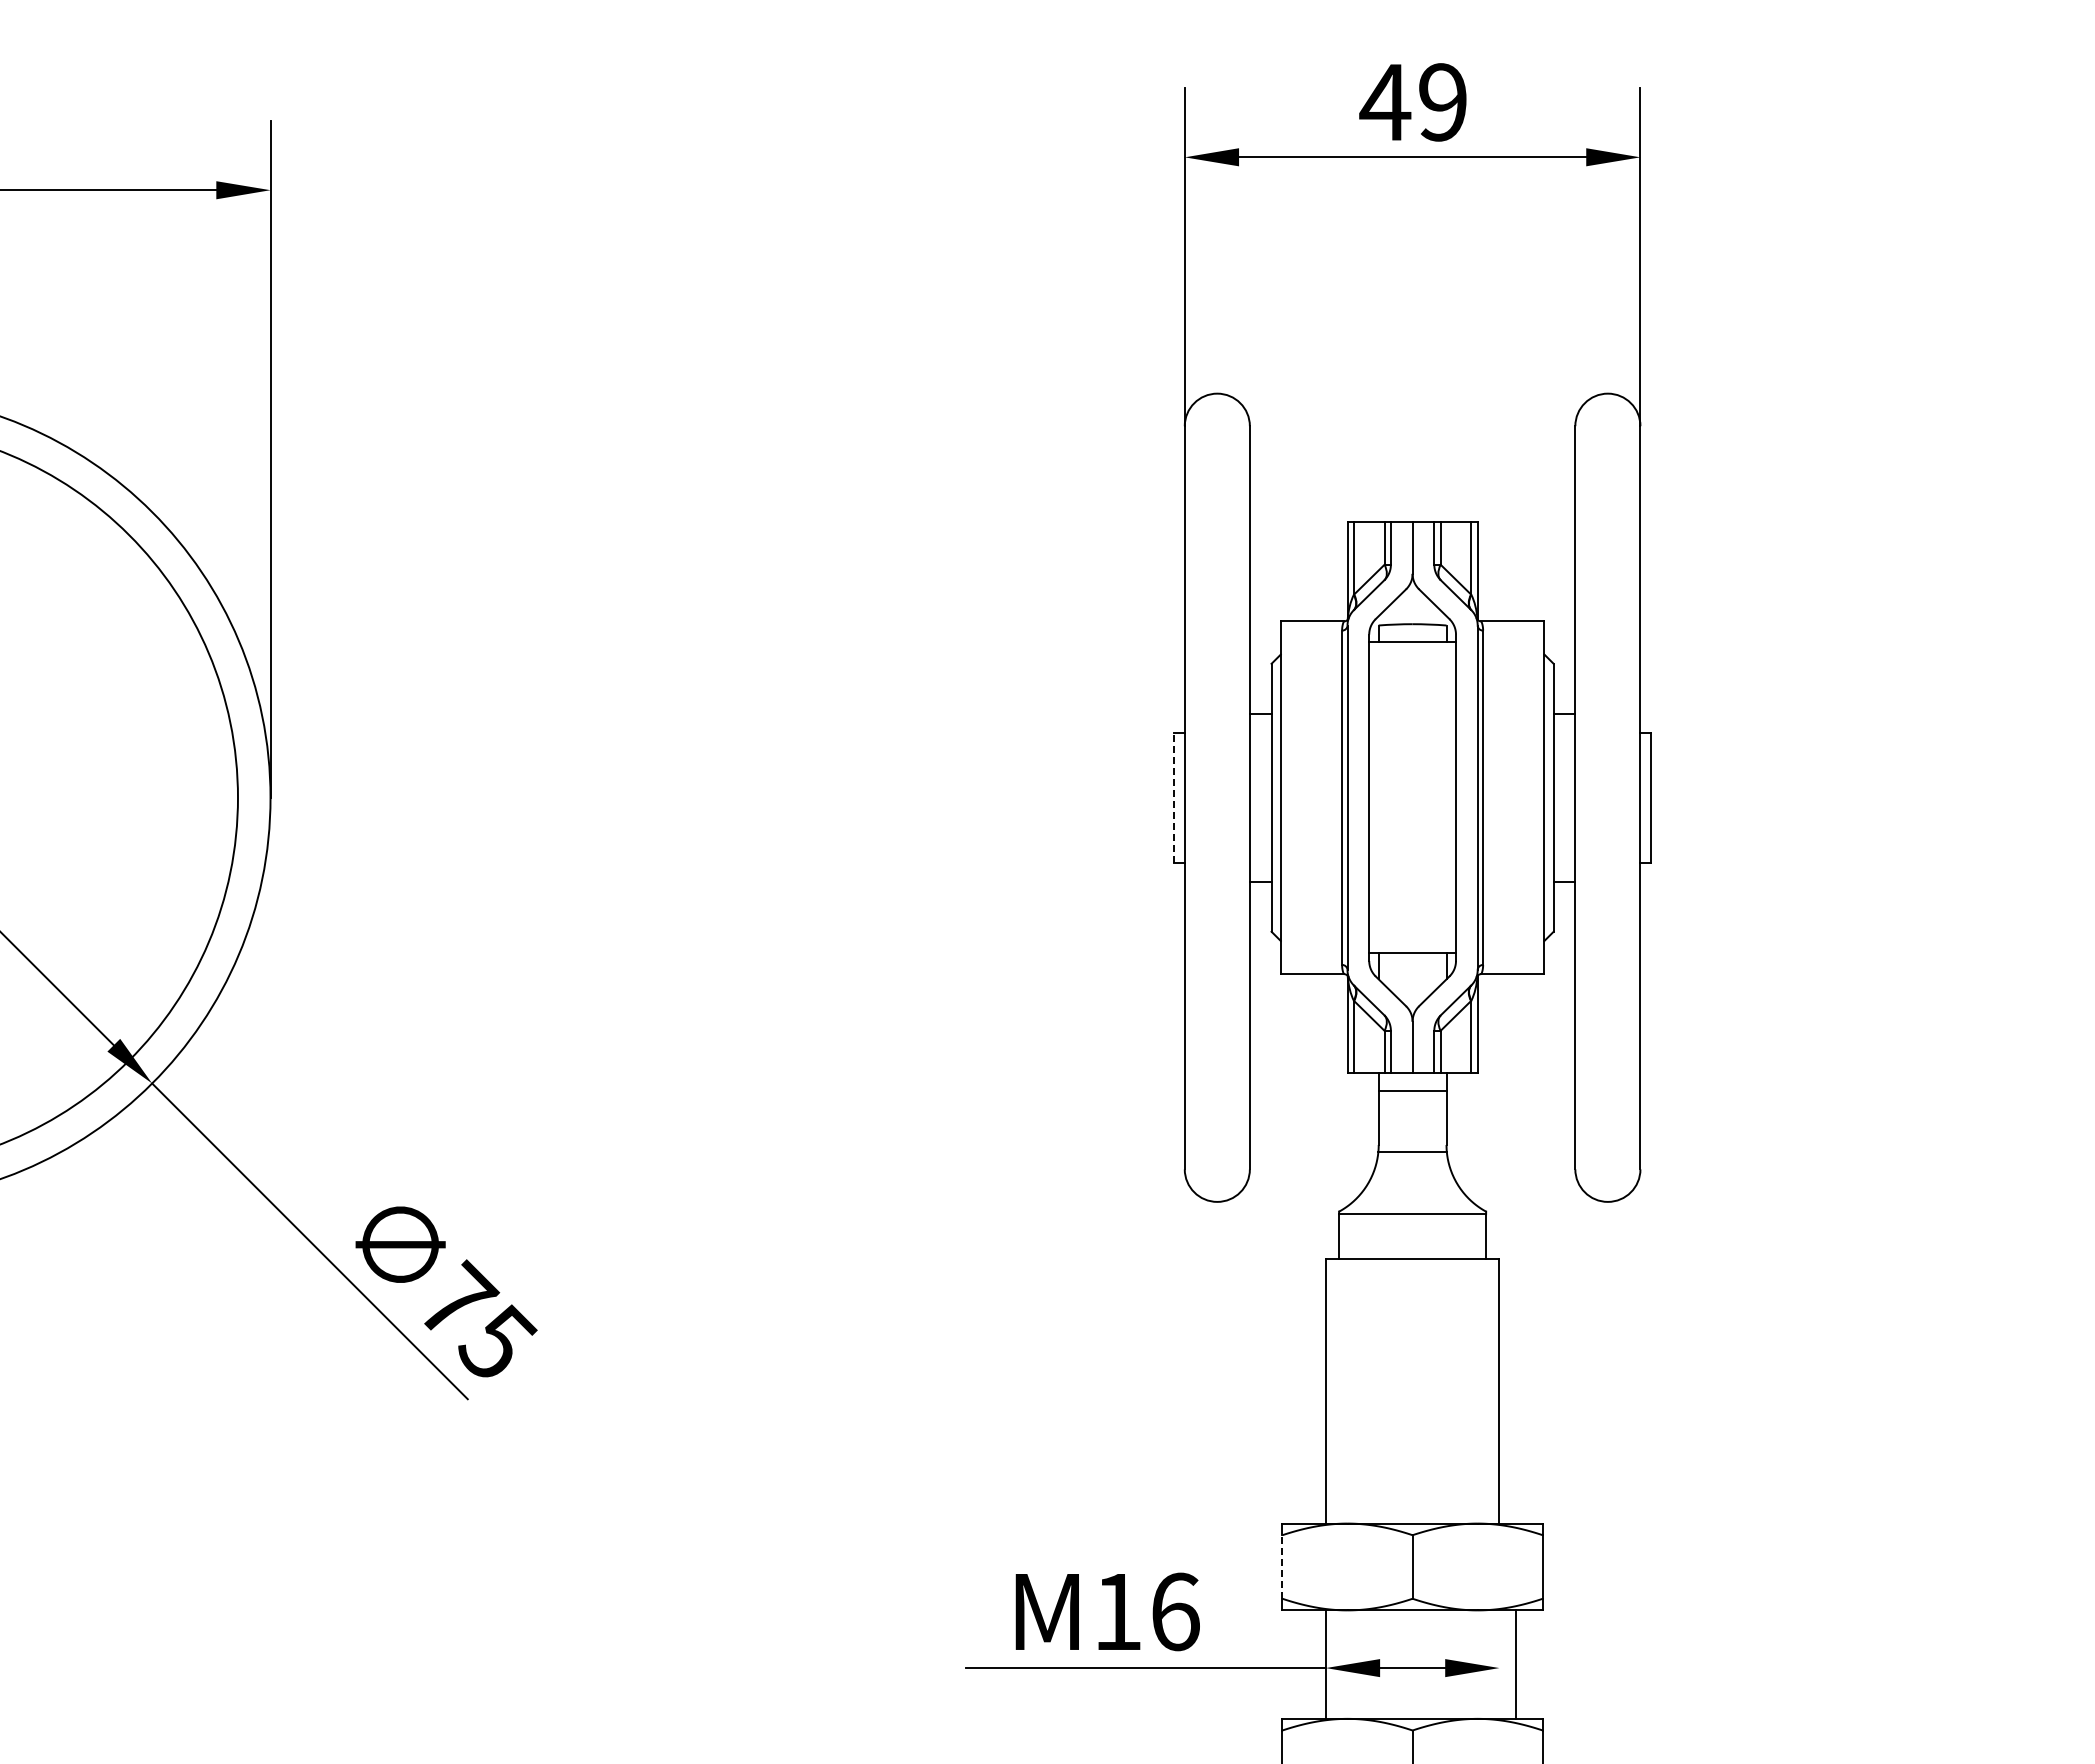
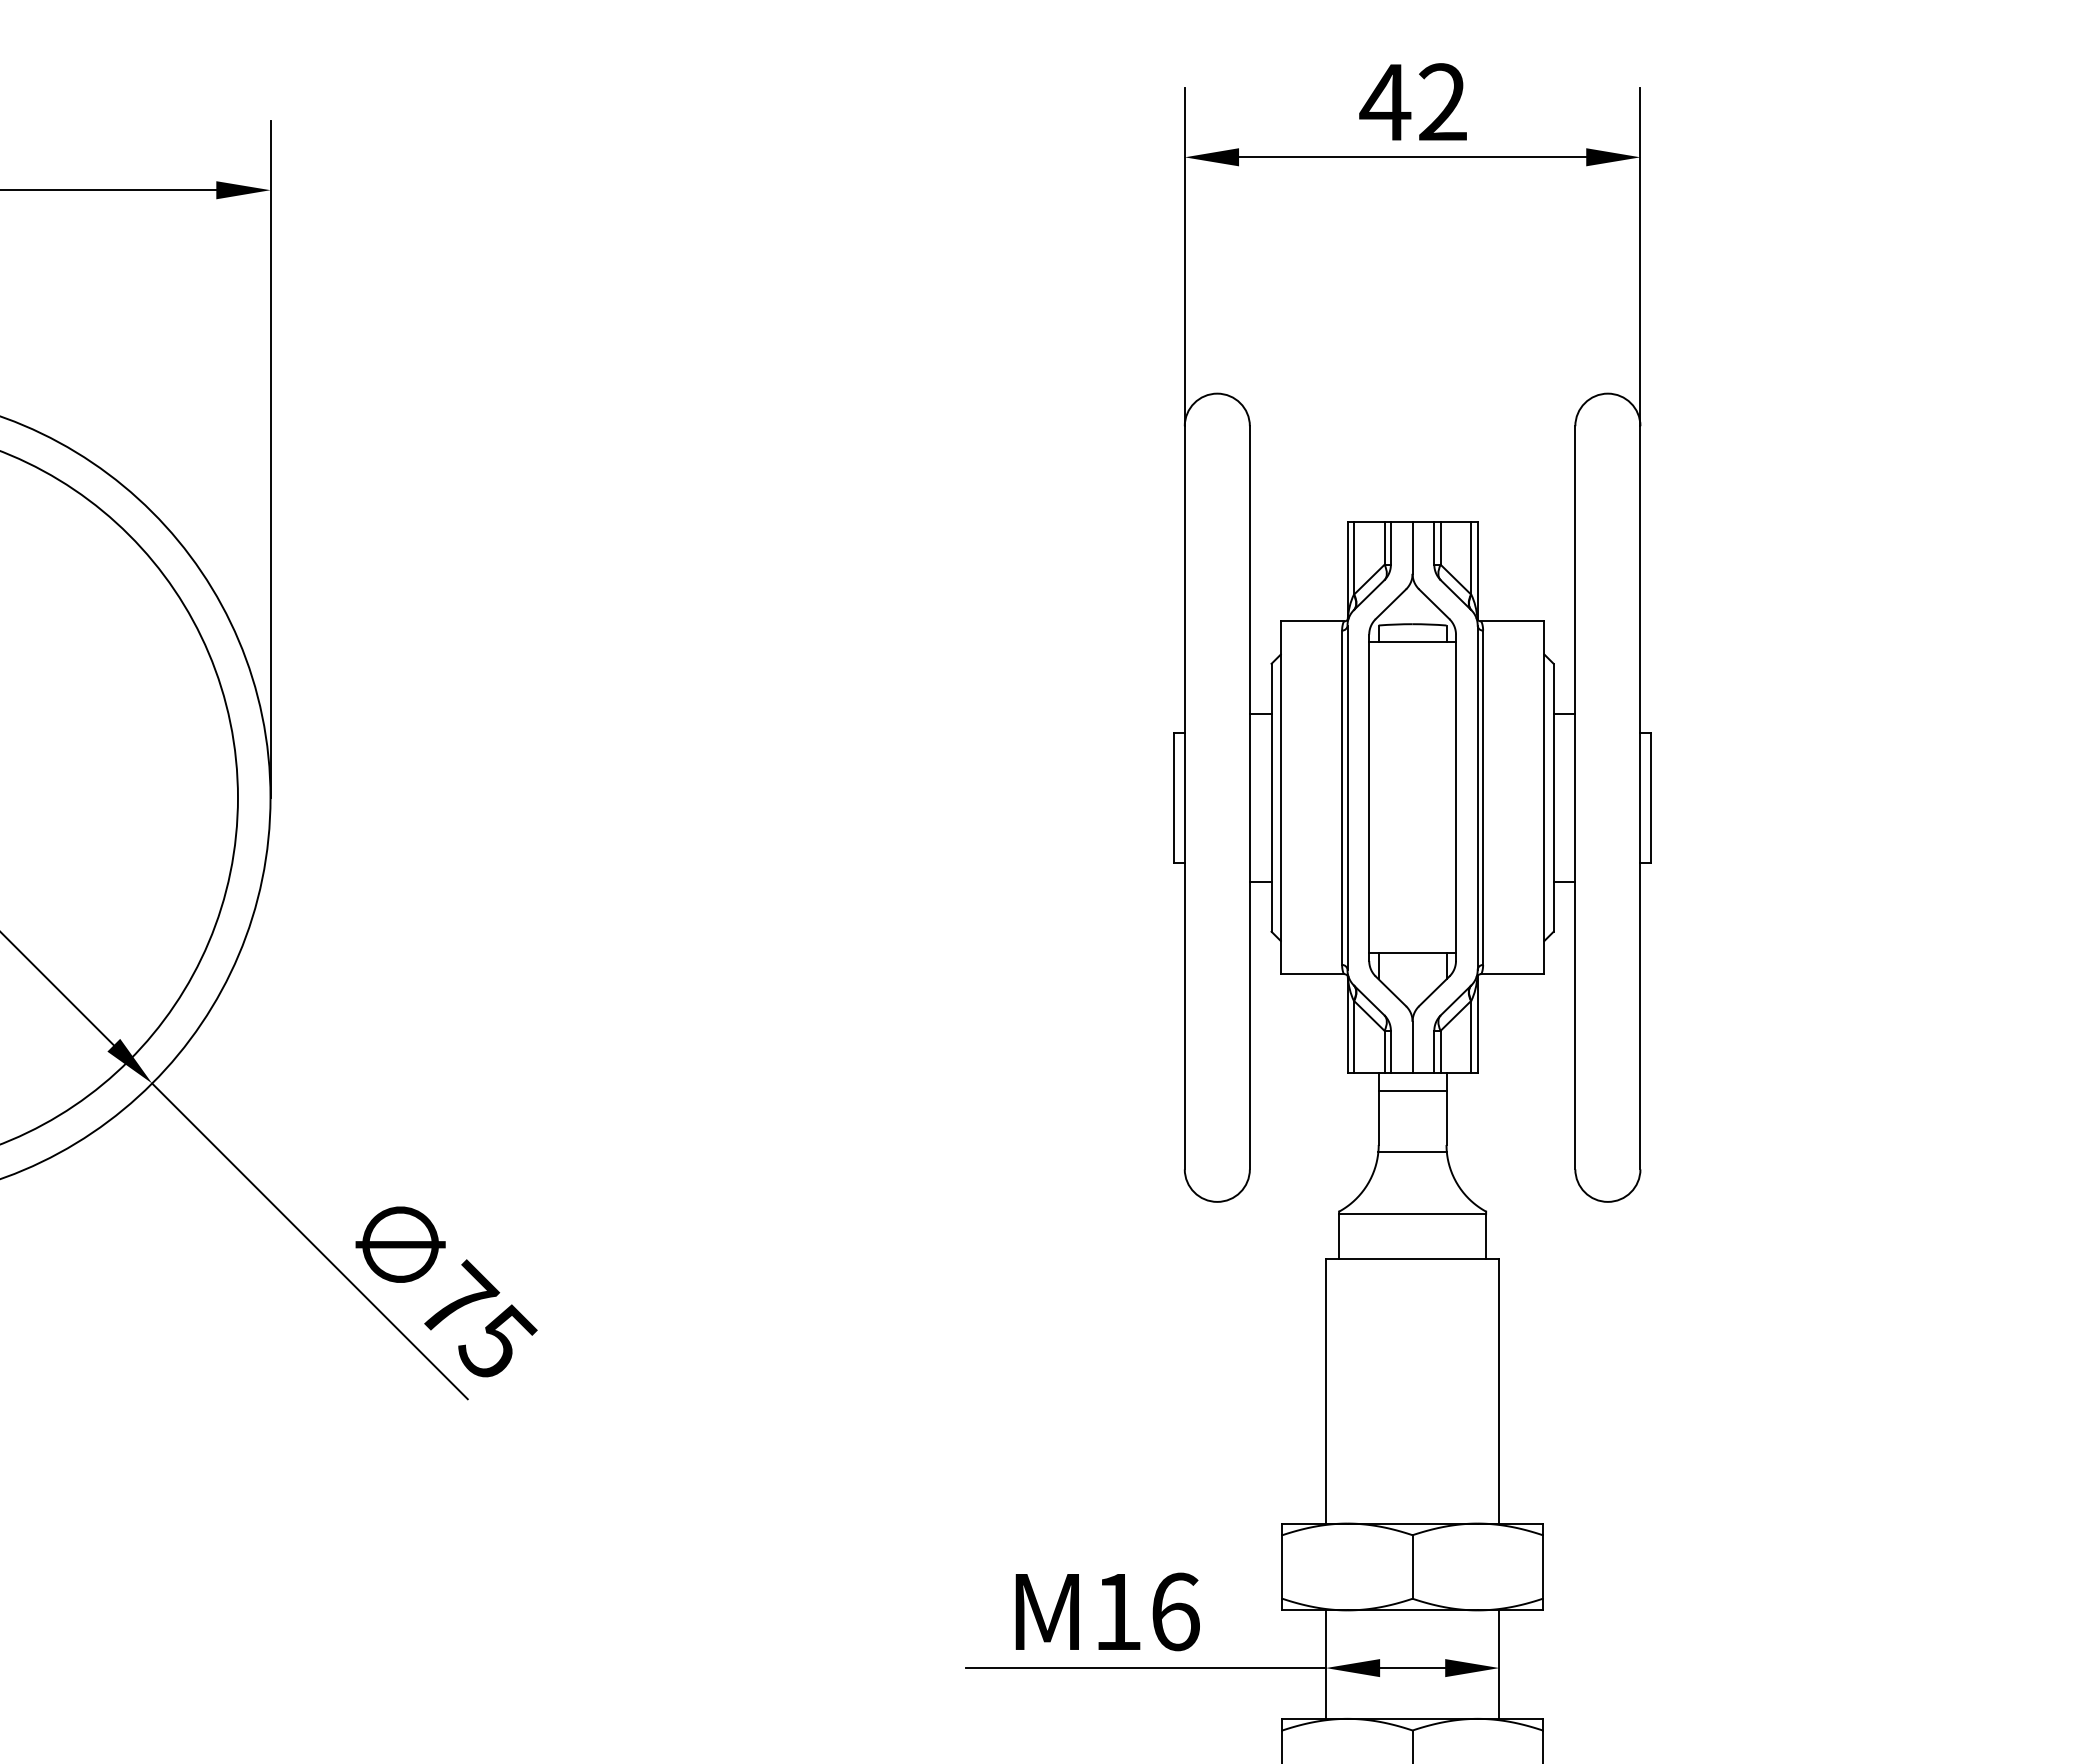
text at (1442, 102): 49 -> 42
line at (1173, 797): dashed -> solid
line at (1282, 1566): dashed -> solid
line at (1516, 1664) position: (1516, 1664) -> (1499, 1664)
